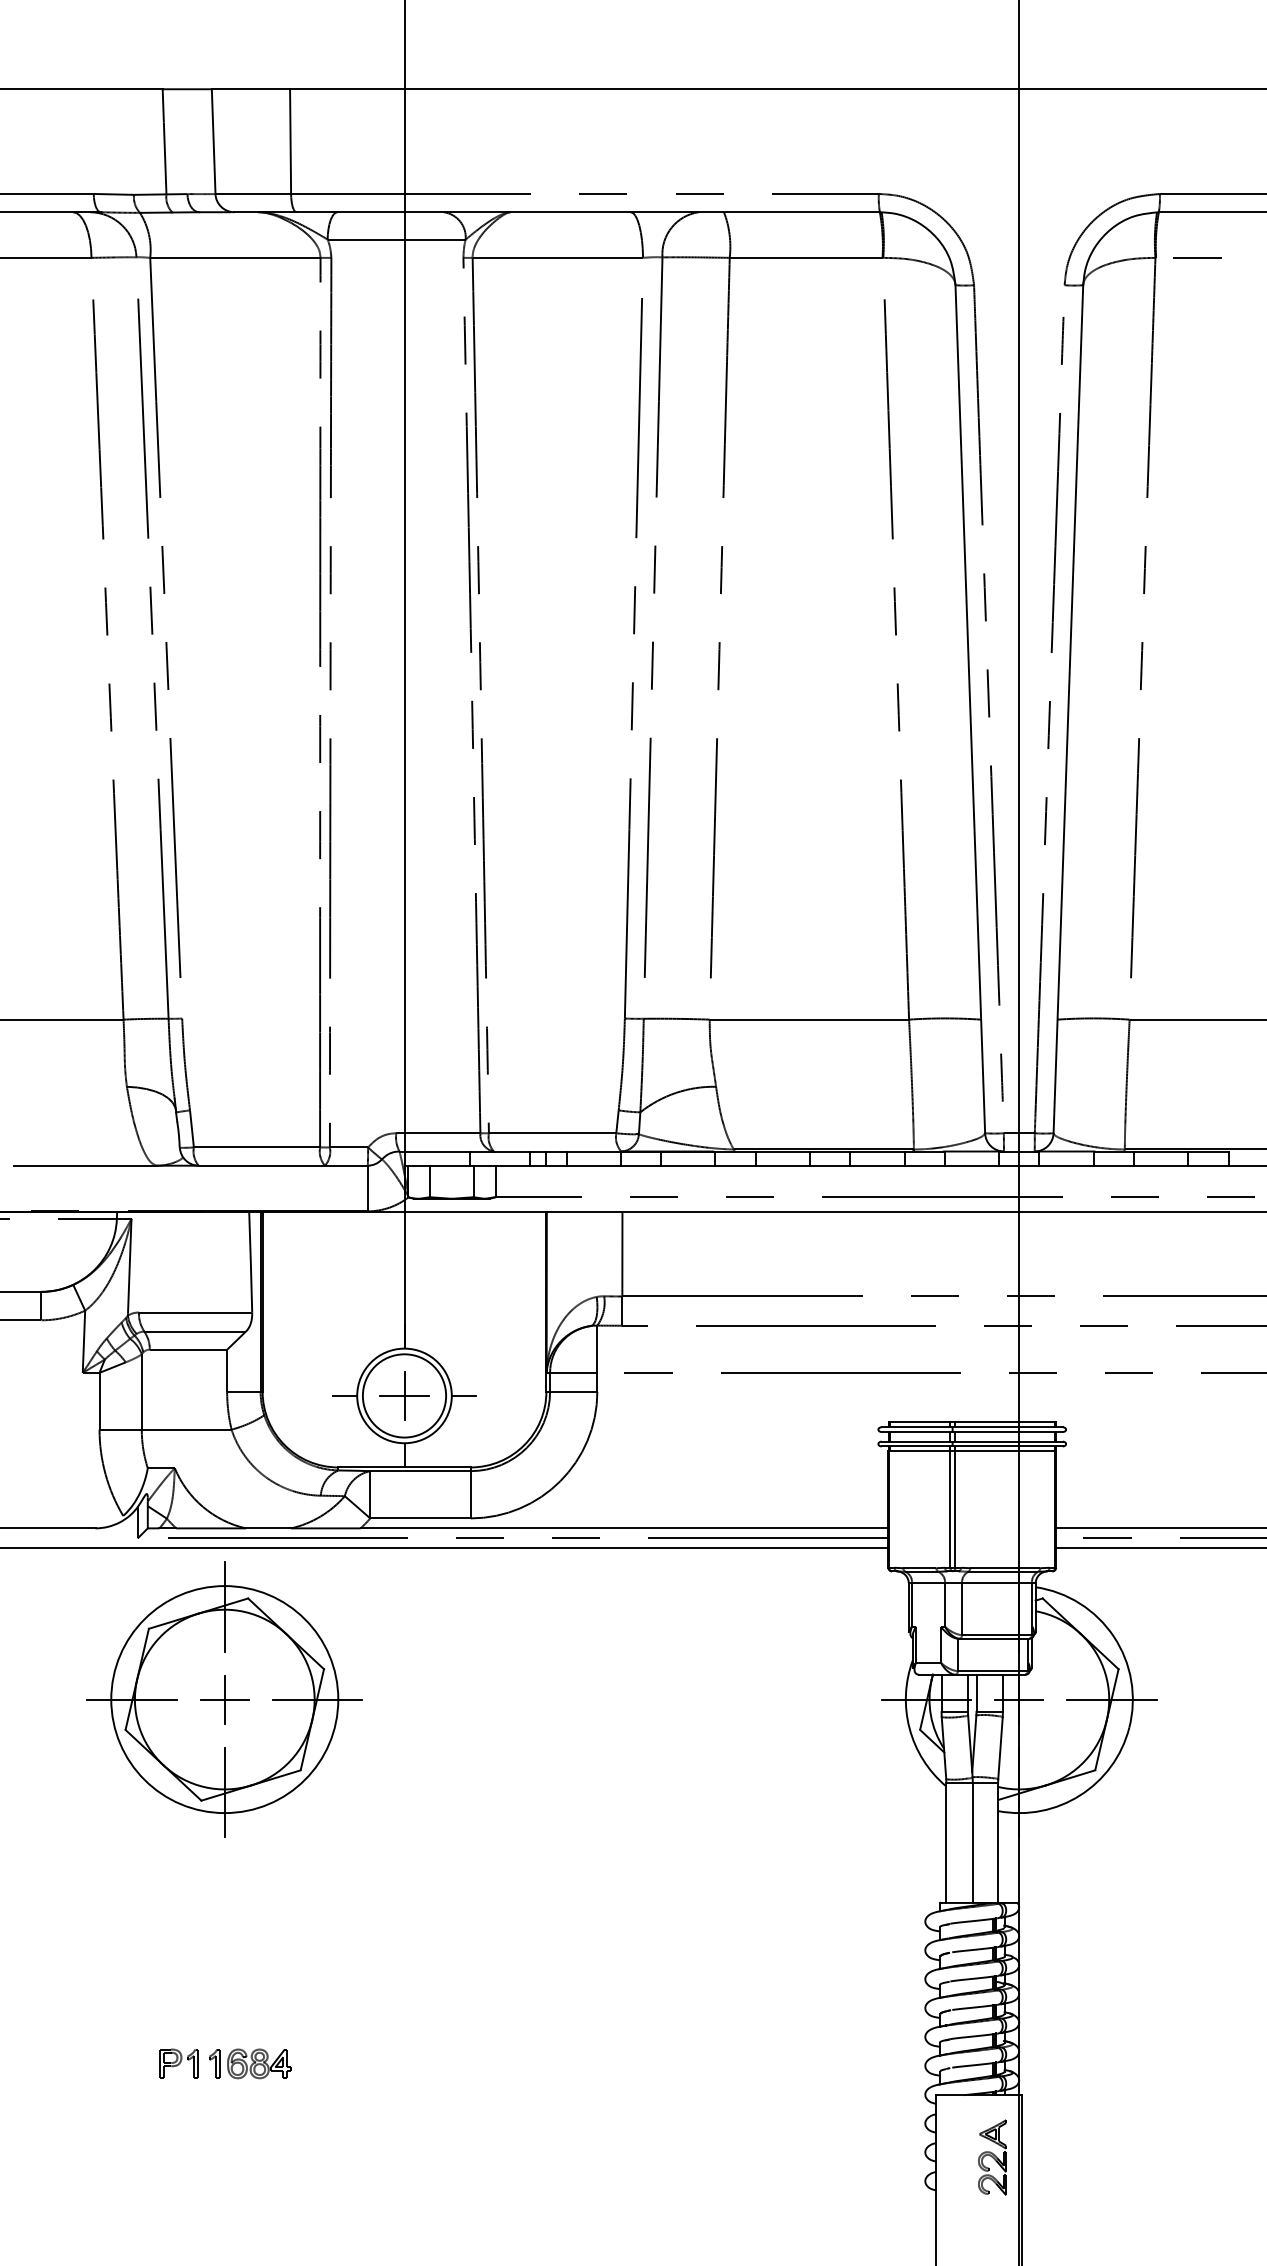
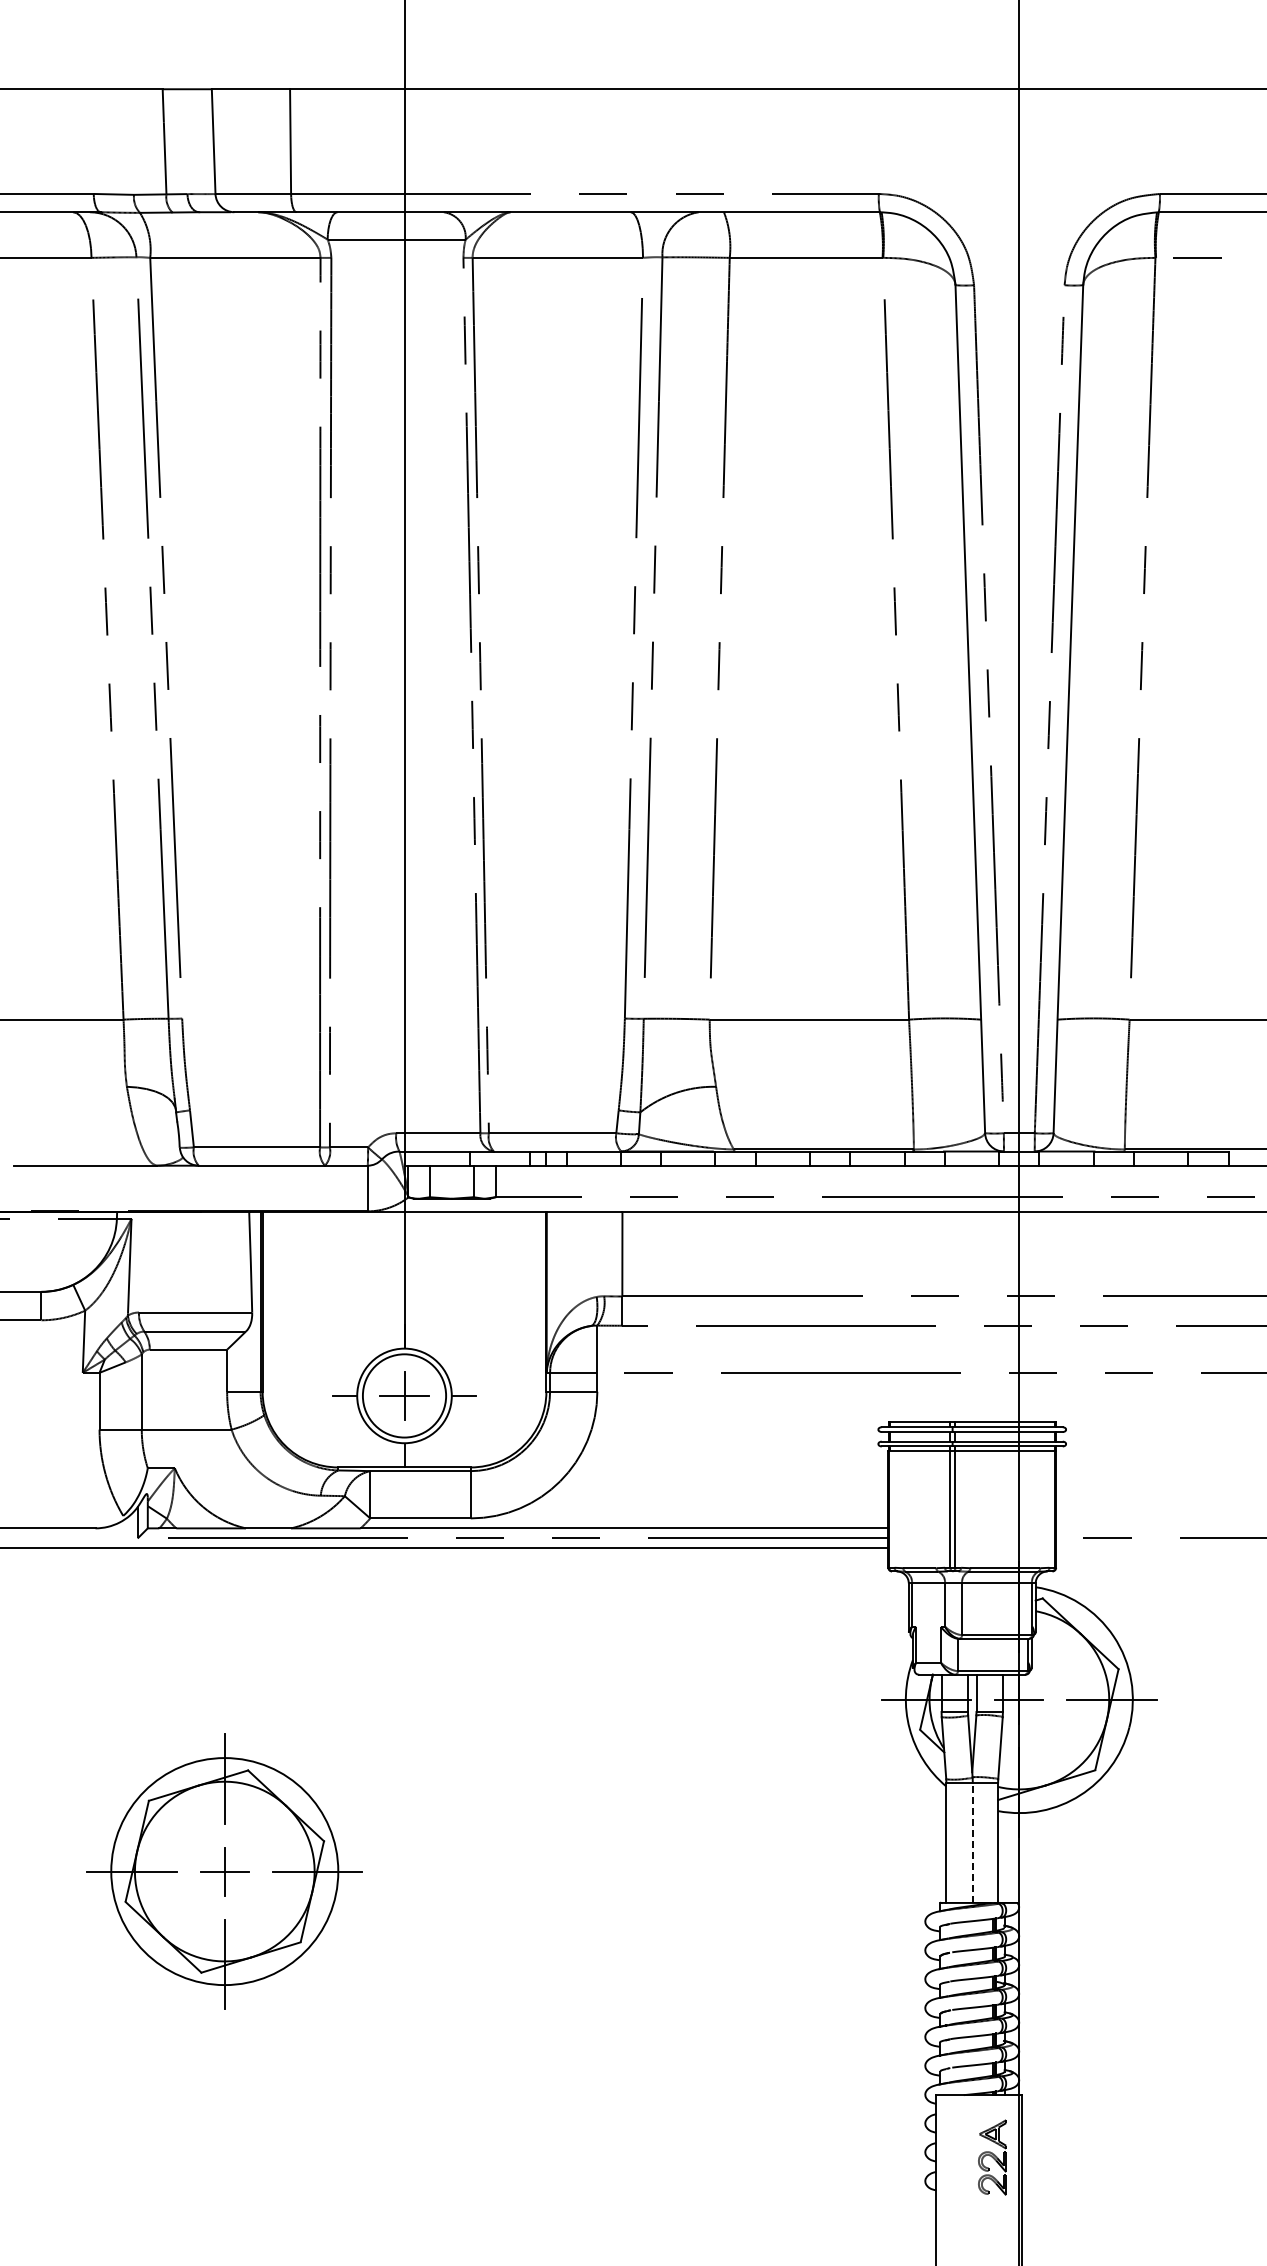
line at (1159, 1528): present -> none
line at (1159, 1548): present -> none
part at (224, 1699) position: (224, 1699) -> (224, 1871)
line at (972, 1842): solid -> dashed
part at (178, 2063): present -> none
part at (250, 2063): present -> none
